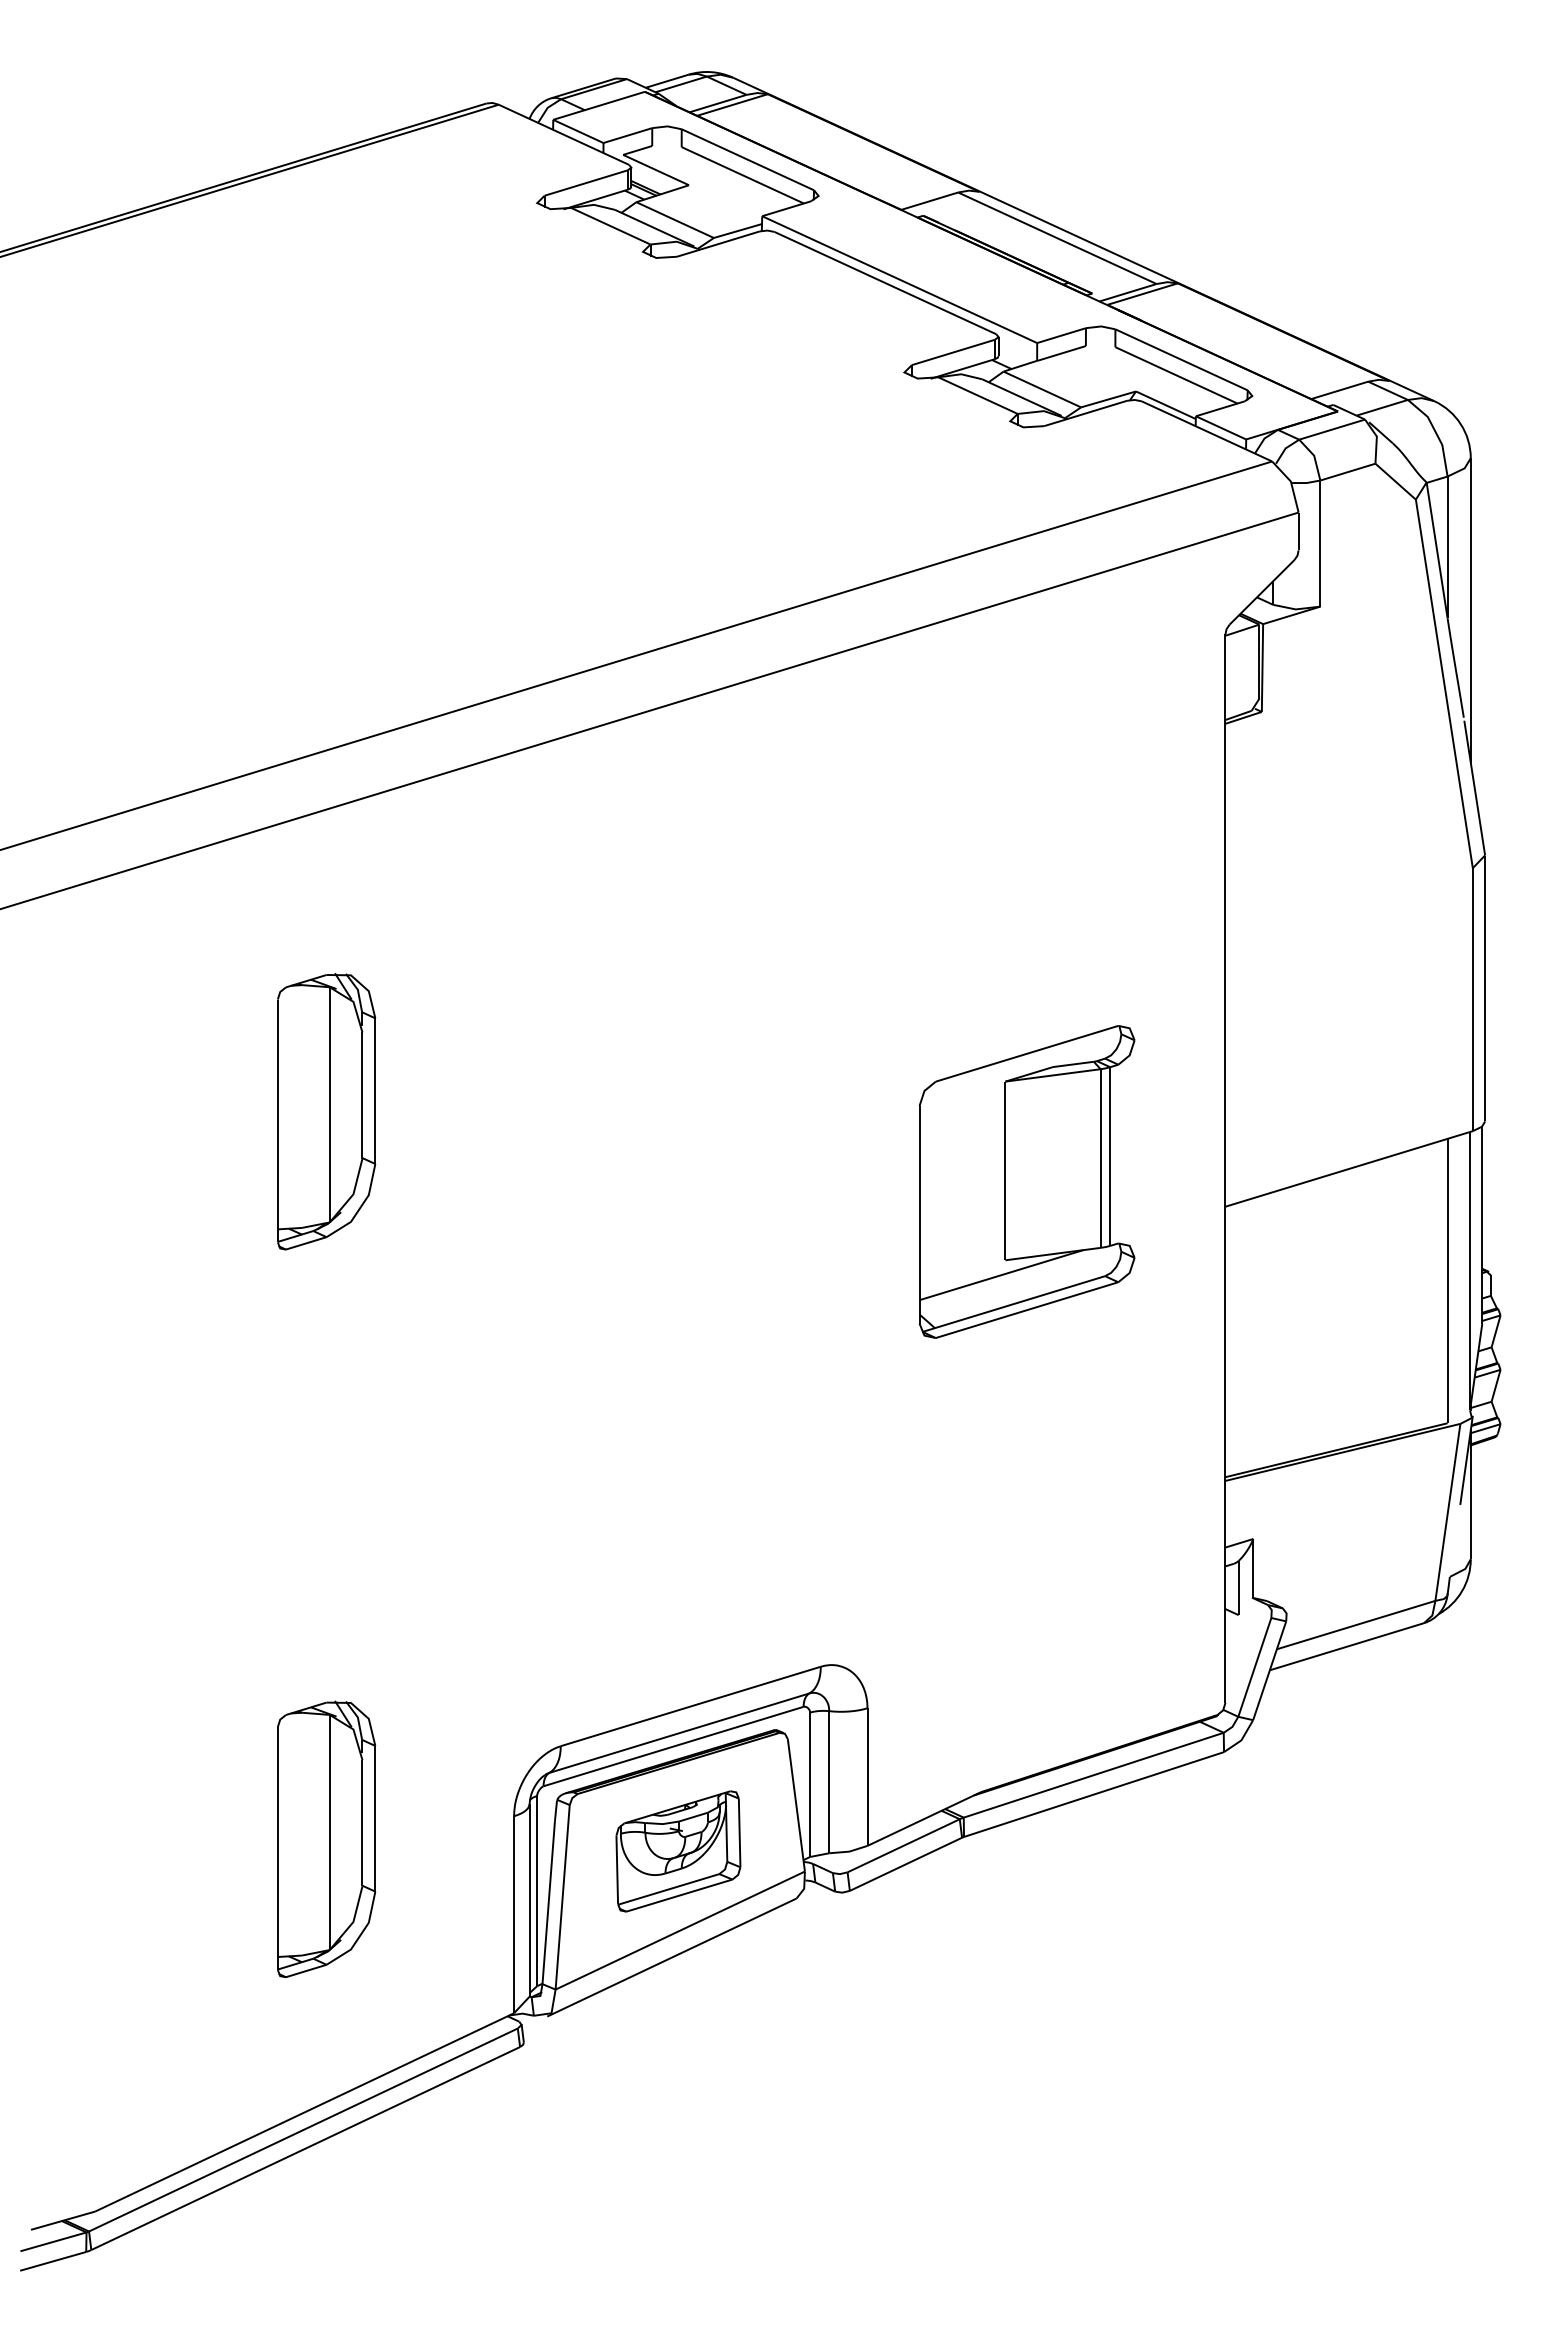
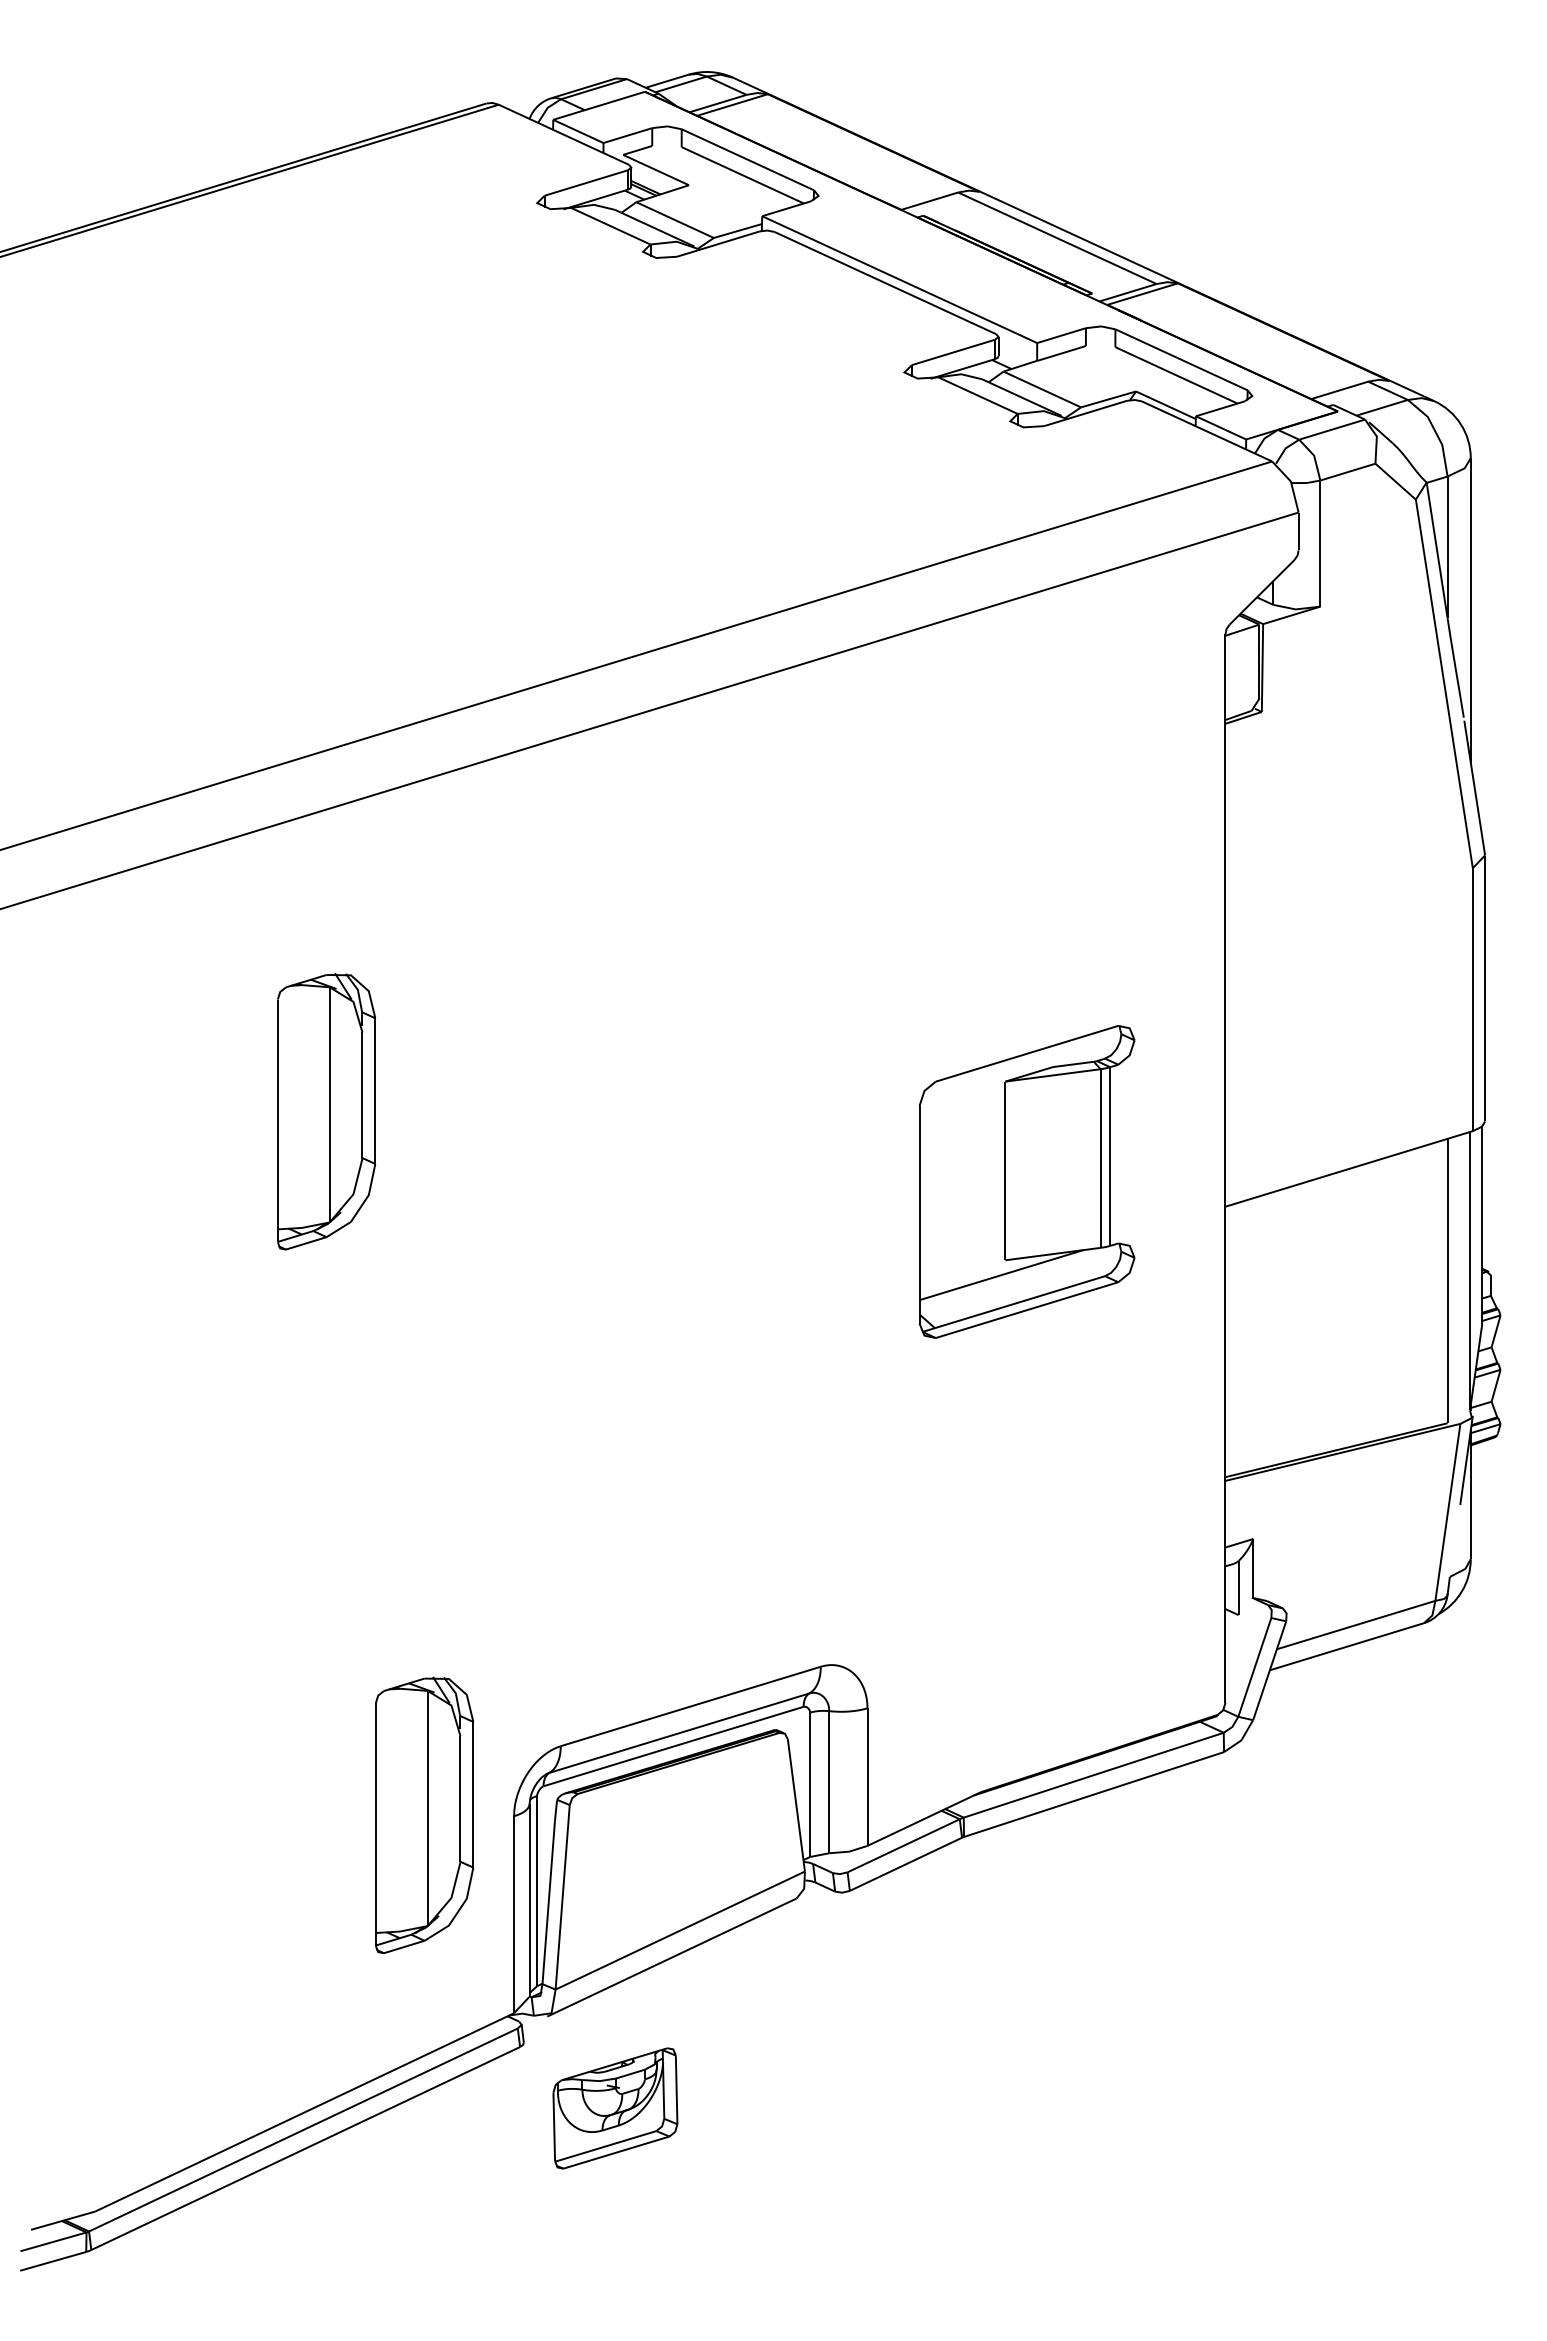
part at (326, 1838) position: (326, 1838) -> (424, 1814)
part at (678, 1851) position: (678, 1851) -> (615, 2108)
